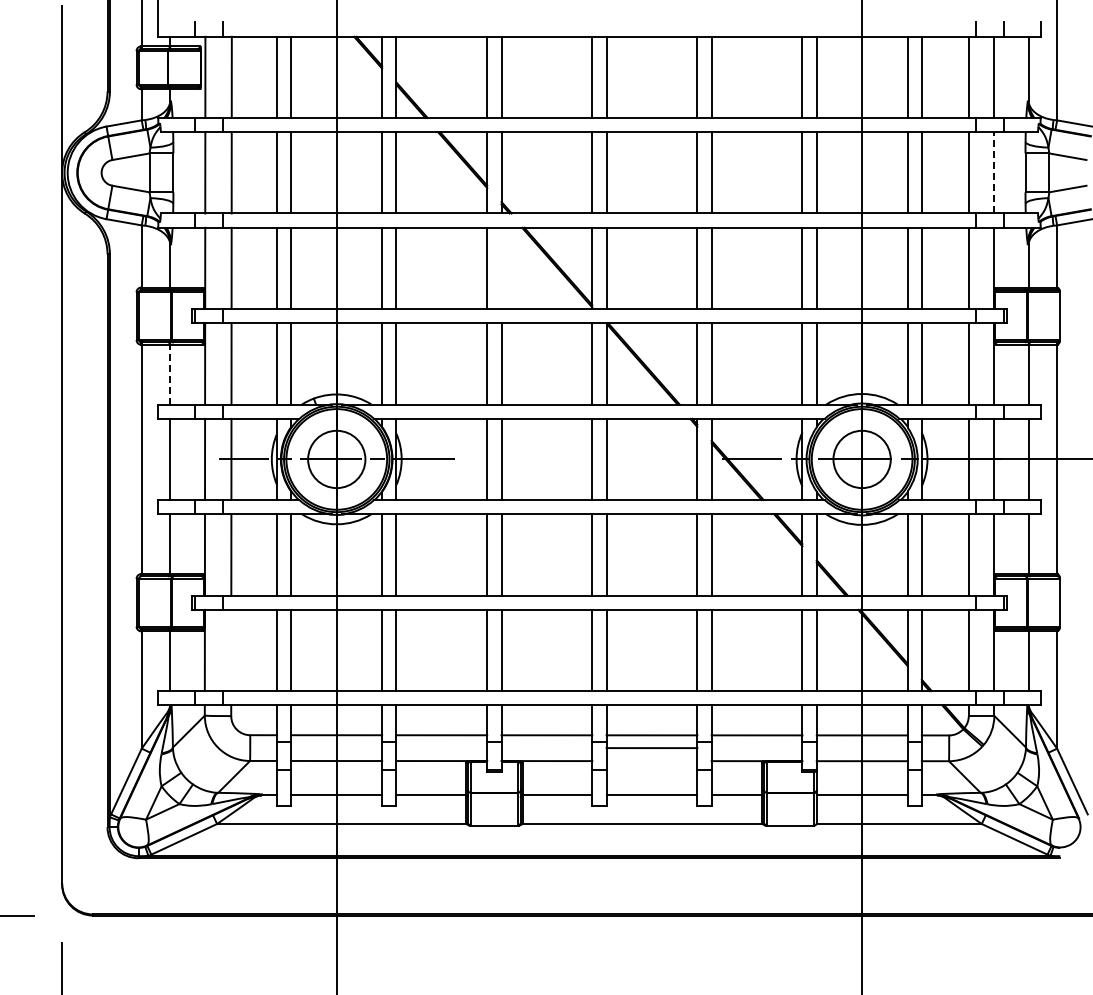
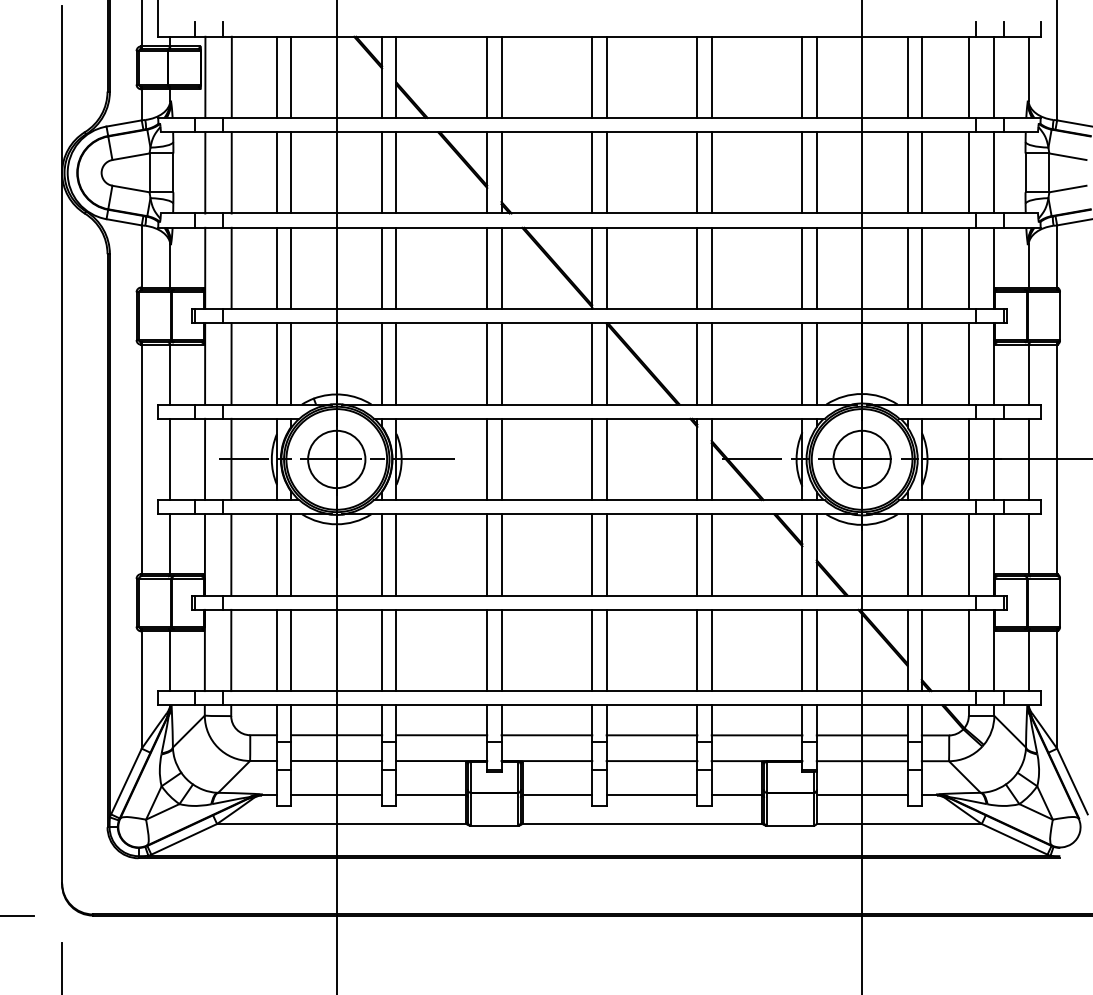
line at (994, 172): dashed -> solid
line at (501, 268): none -> present
line at (170, 374): dashed -> solid
line at (231, 650): none -> present
line at (651, 748) position: (651, 748) -> (651, 761)
